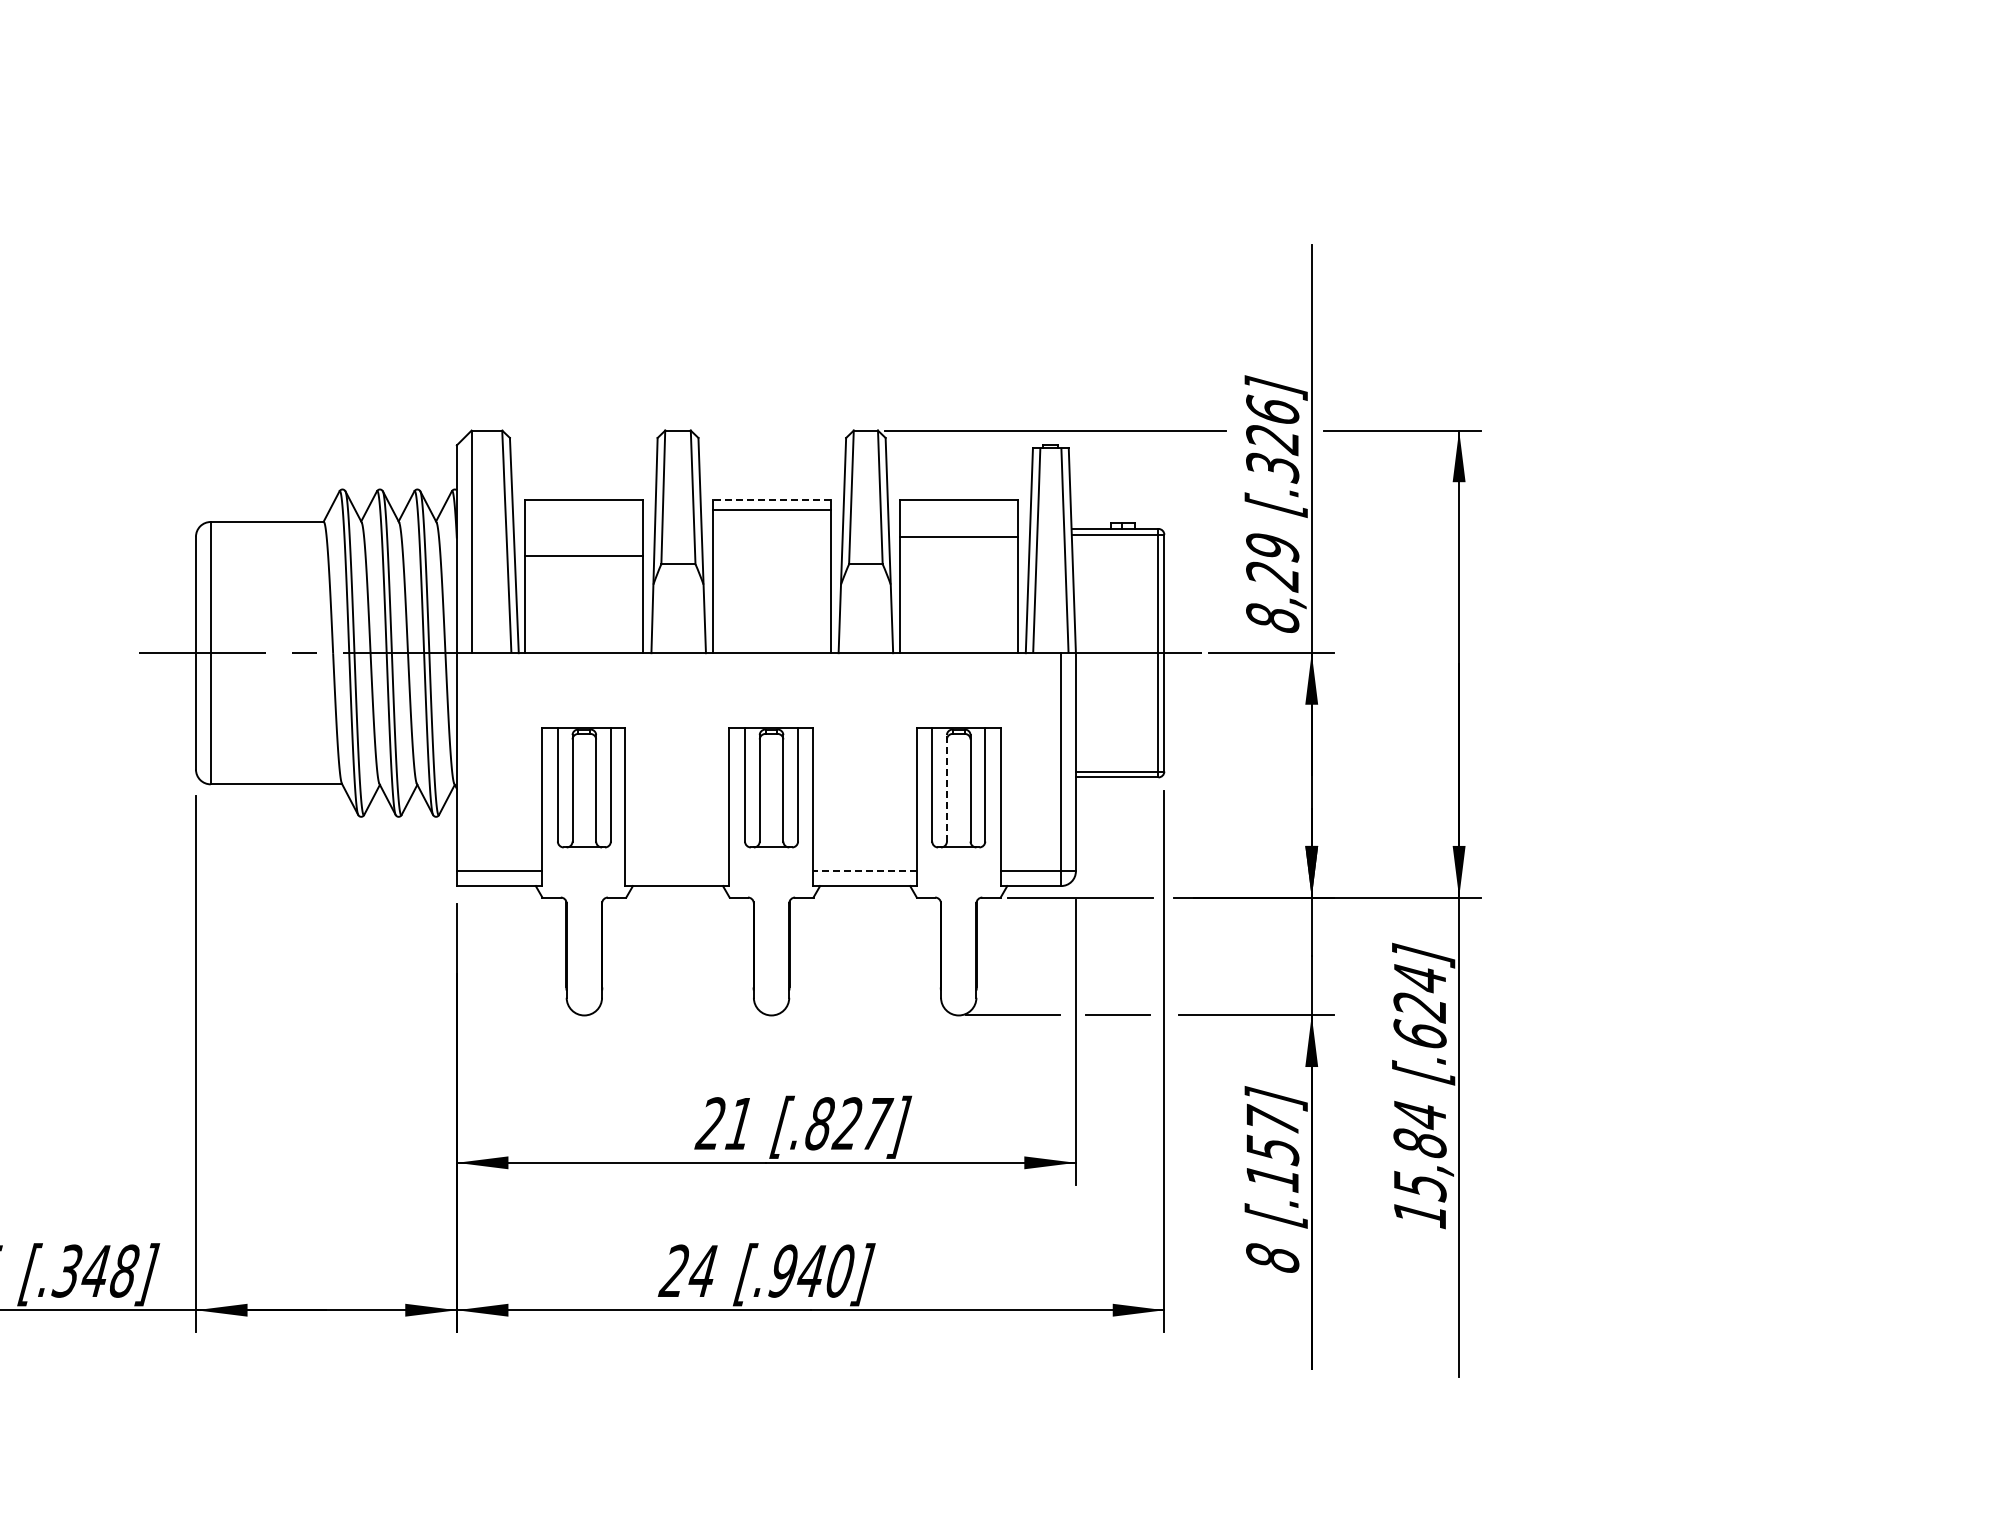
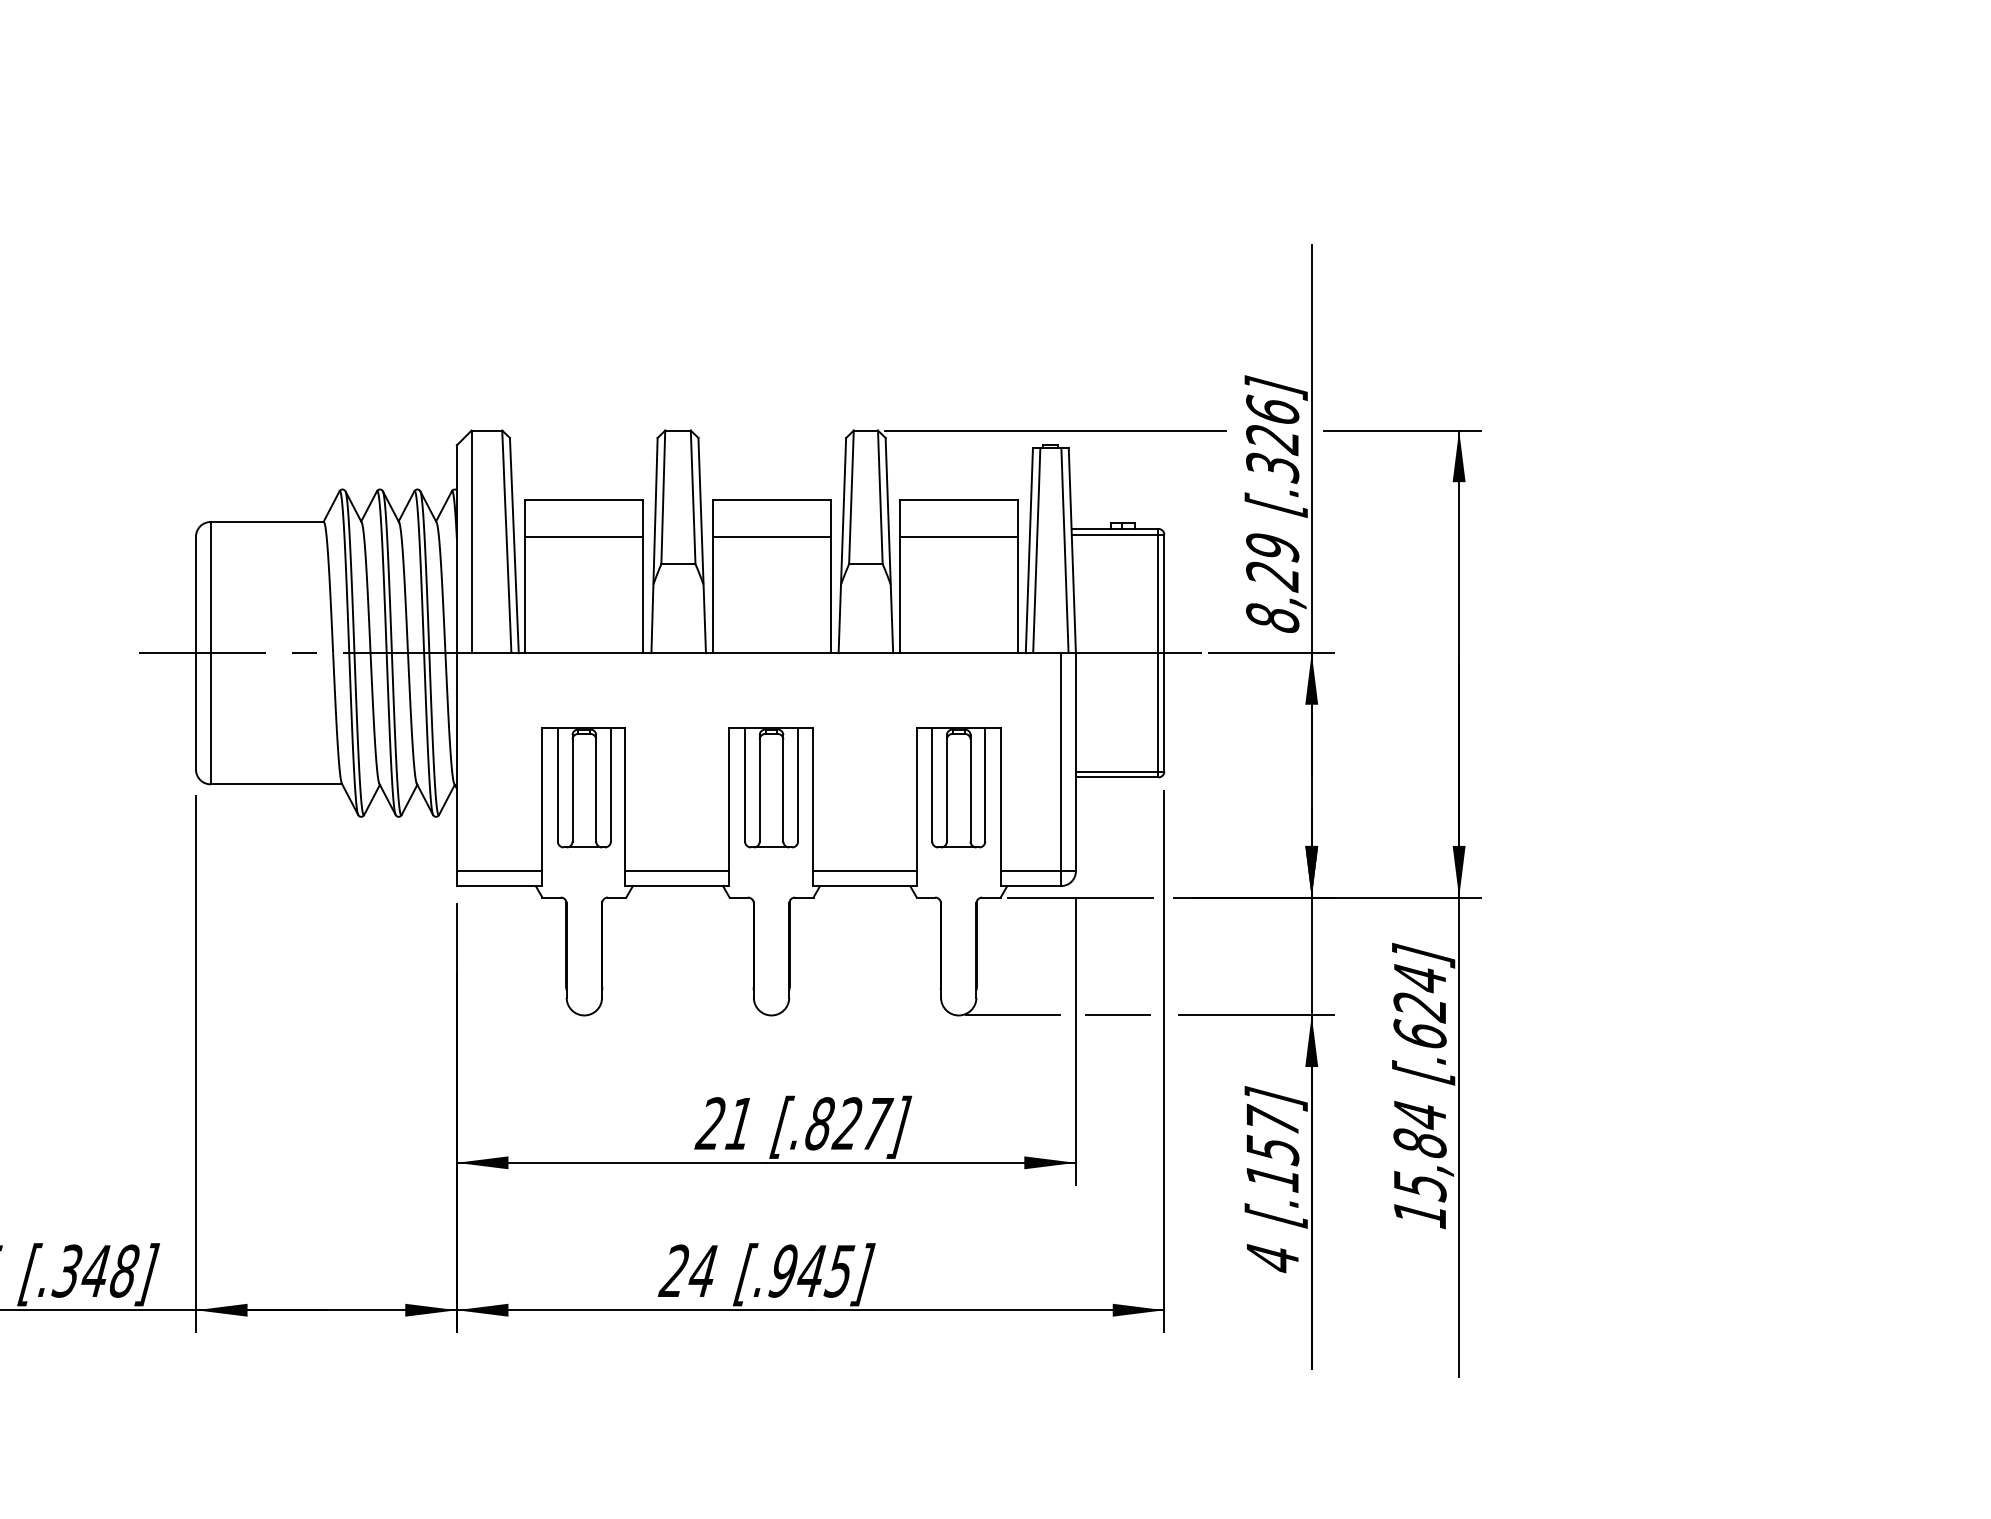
line at (771, 499): dashed -> solid
line at (771, 510) position: (771, 510) -> (771, 537)
line at (584, 556) position: (584, 556) -> (584, 537)
line at (946, 787): dashed -> solid
line at (676, 871): none -> present
line at (864, 871): dashed -> solid
text at (1272, 1258): 8 -> 4
text at (839, 1270): [.940] -> [.945]
